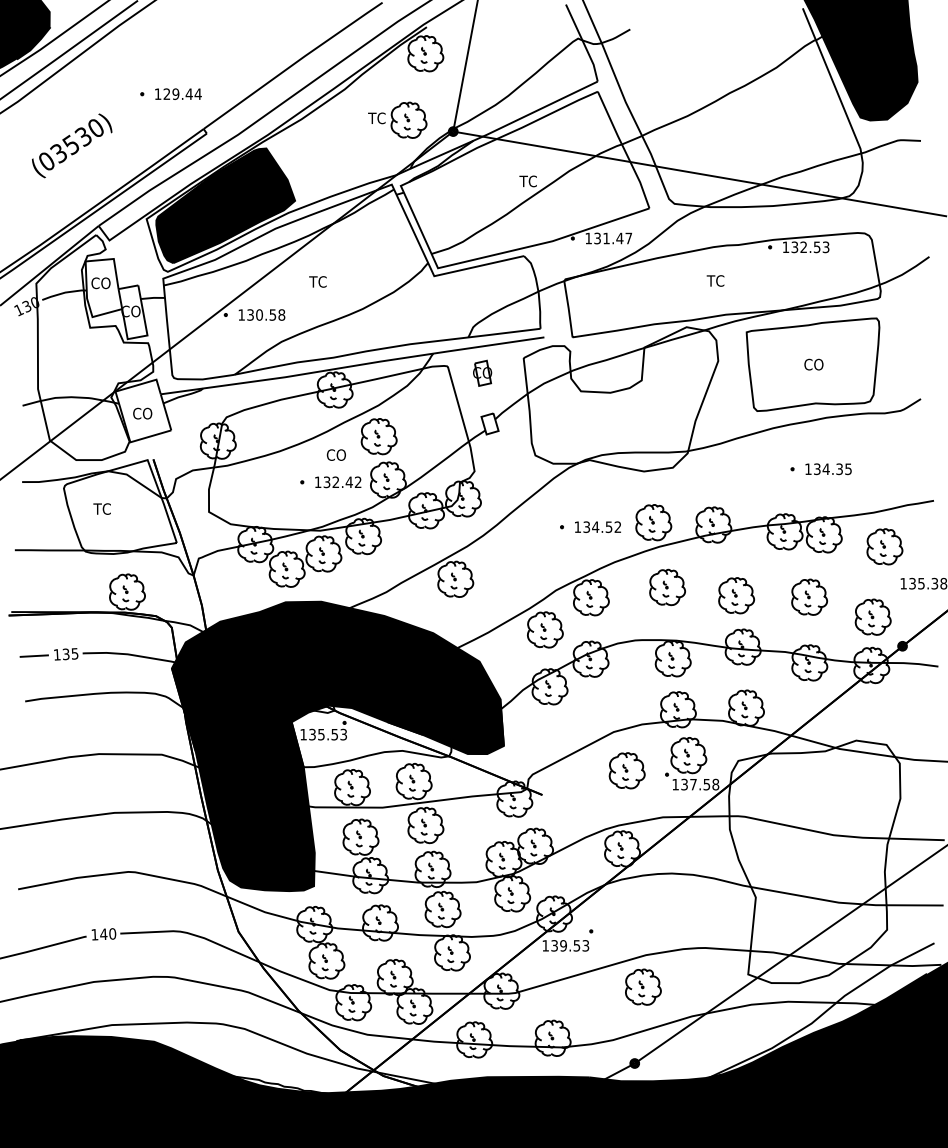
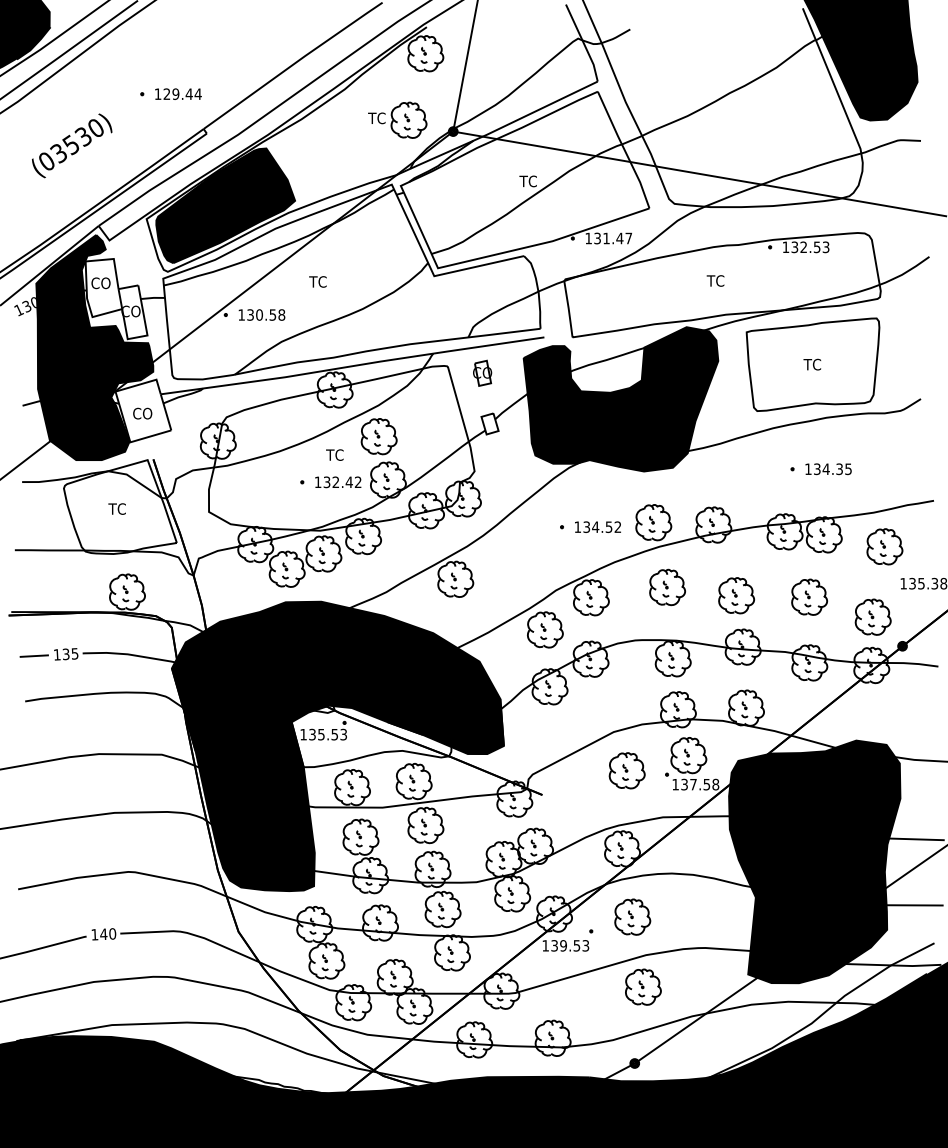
fill at (94, 347): none -> present
text at (813, 364): CO -> TC
fill at (620, 399): none -> present
text at (335, 454): CO -> TC
text at (101, 508) position: (101, 508) -> (116, 508)
fill at (814, 861): none -> present
part at (632, 916): none -> present
